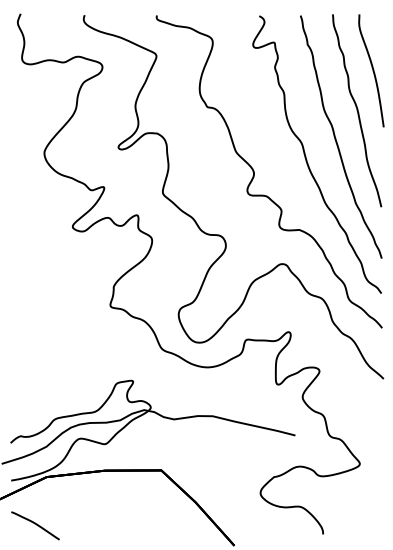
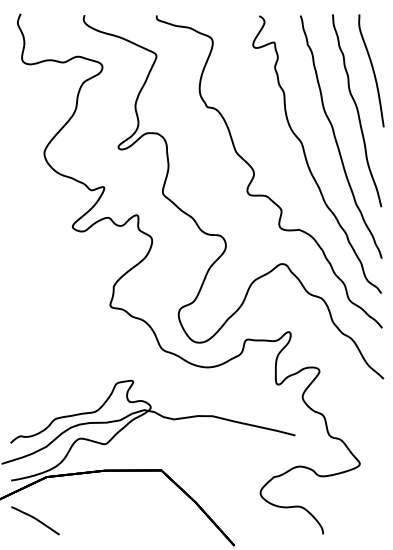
curve at (35, 524) position: (35, 524) -> (35, 519)
